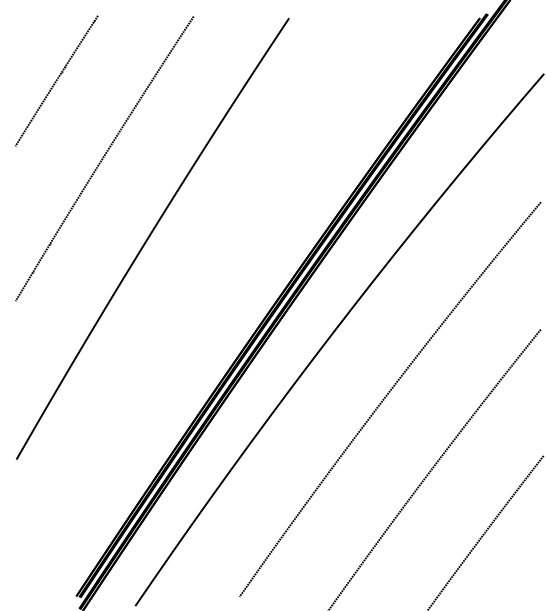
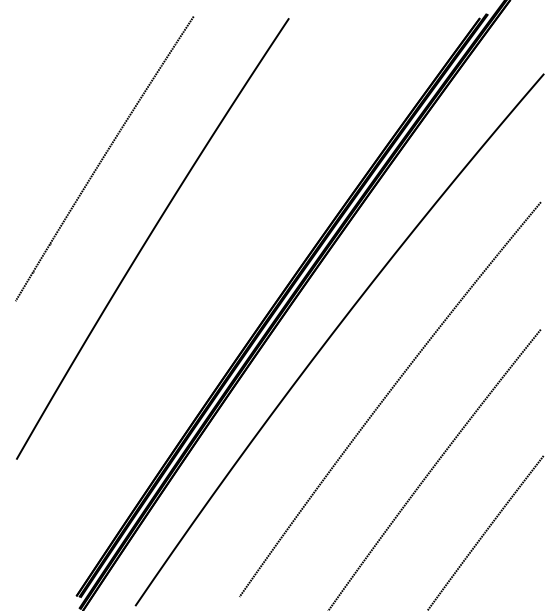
line at (56, 80): present -> none
